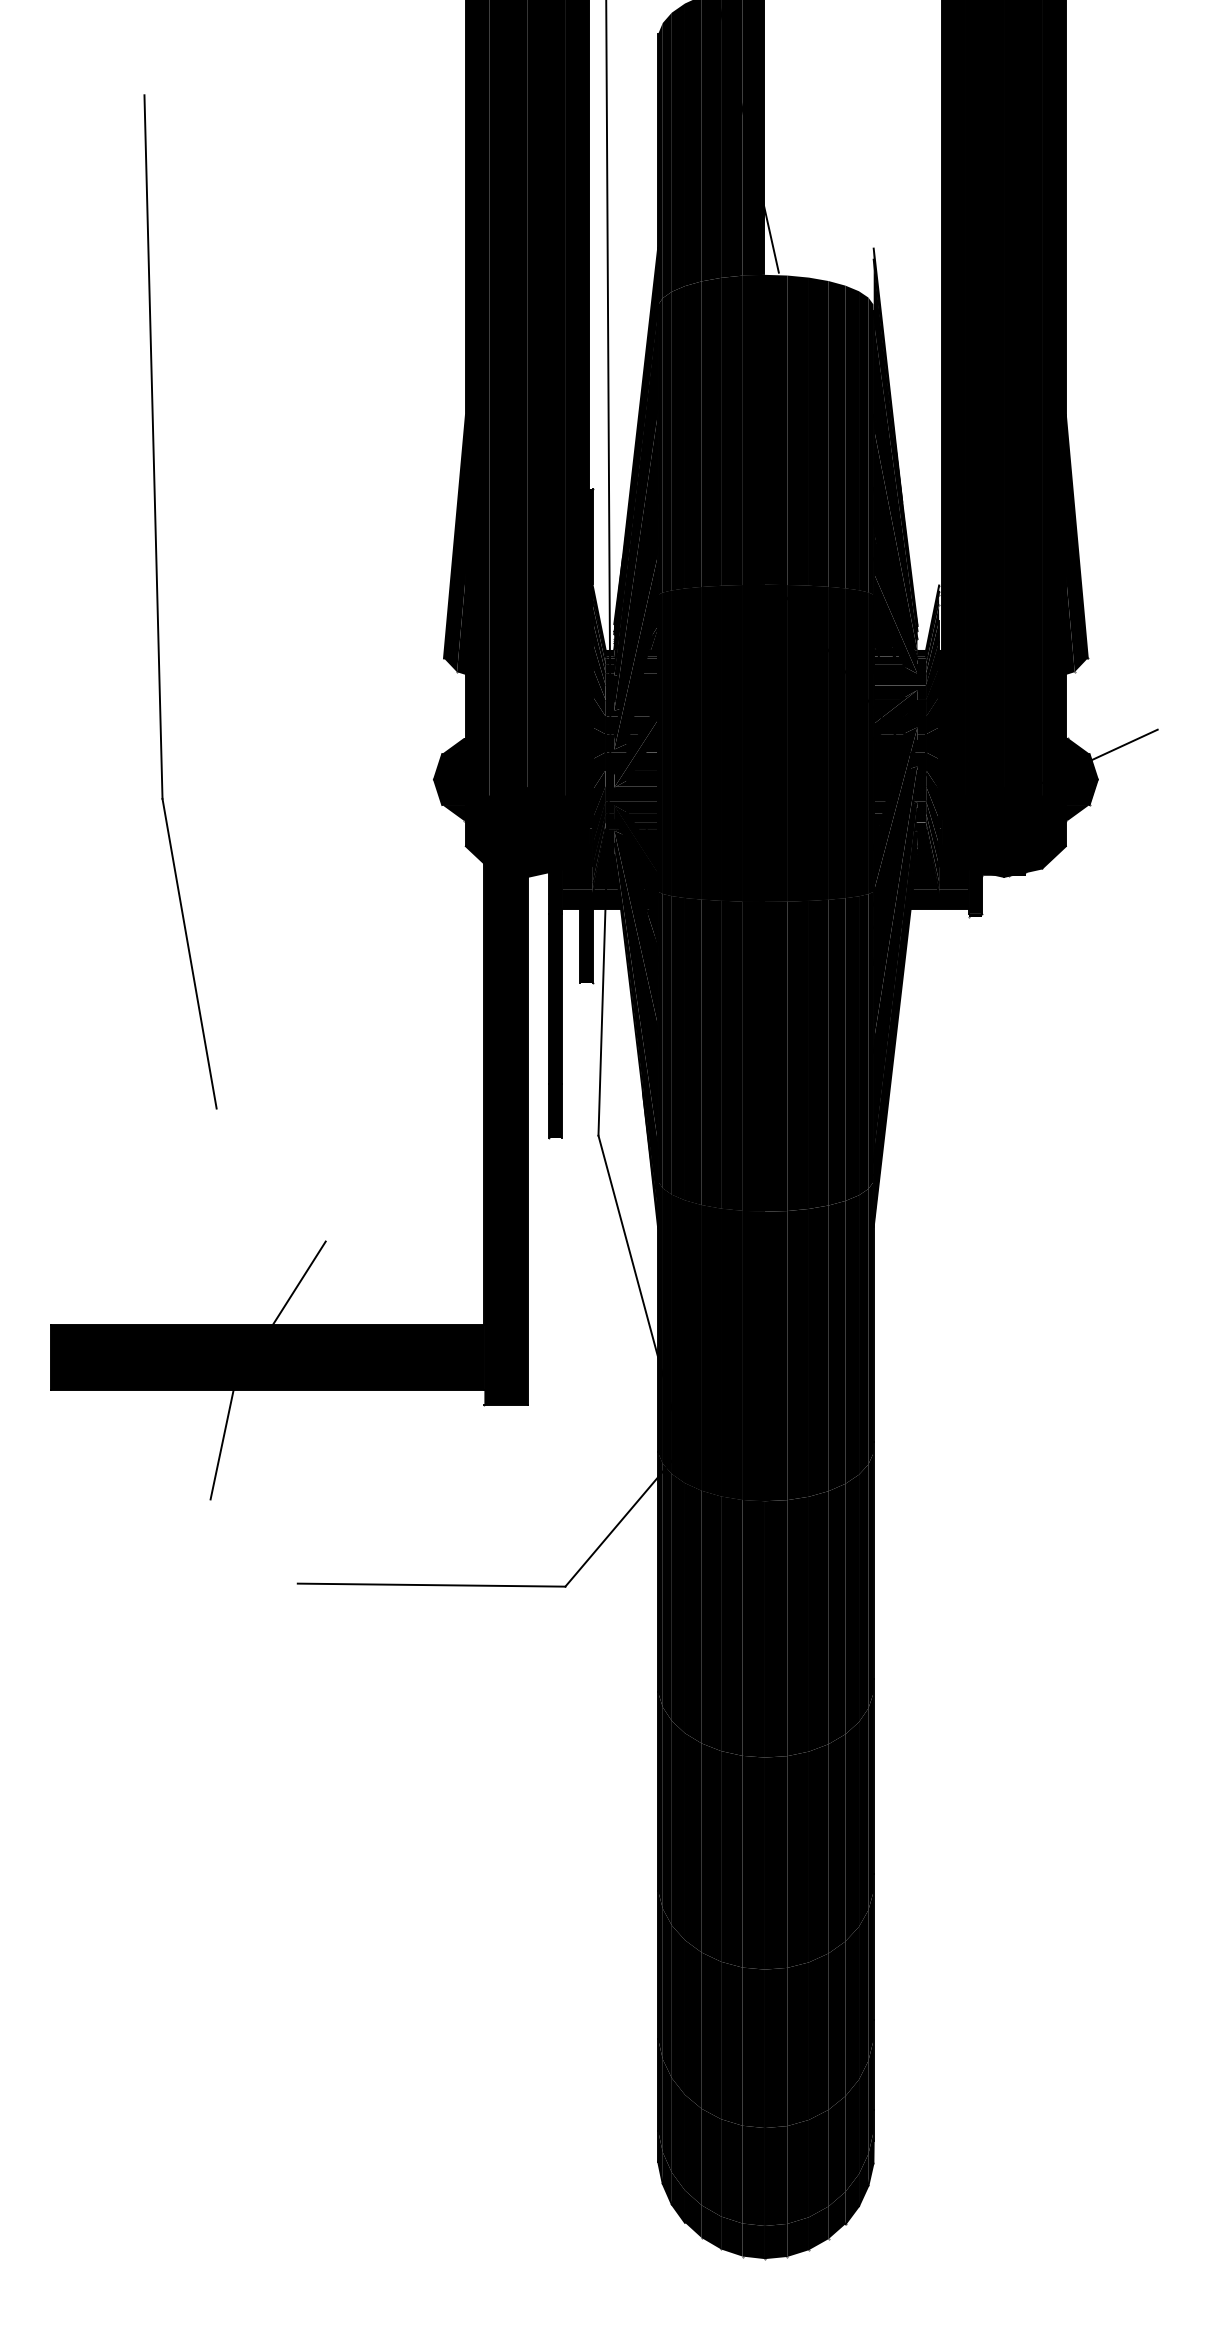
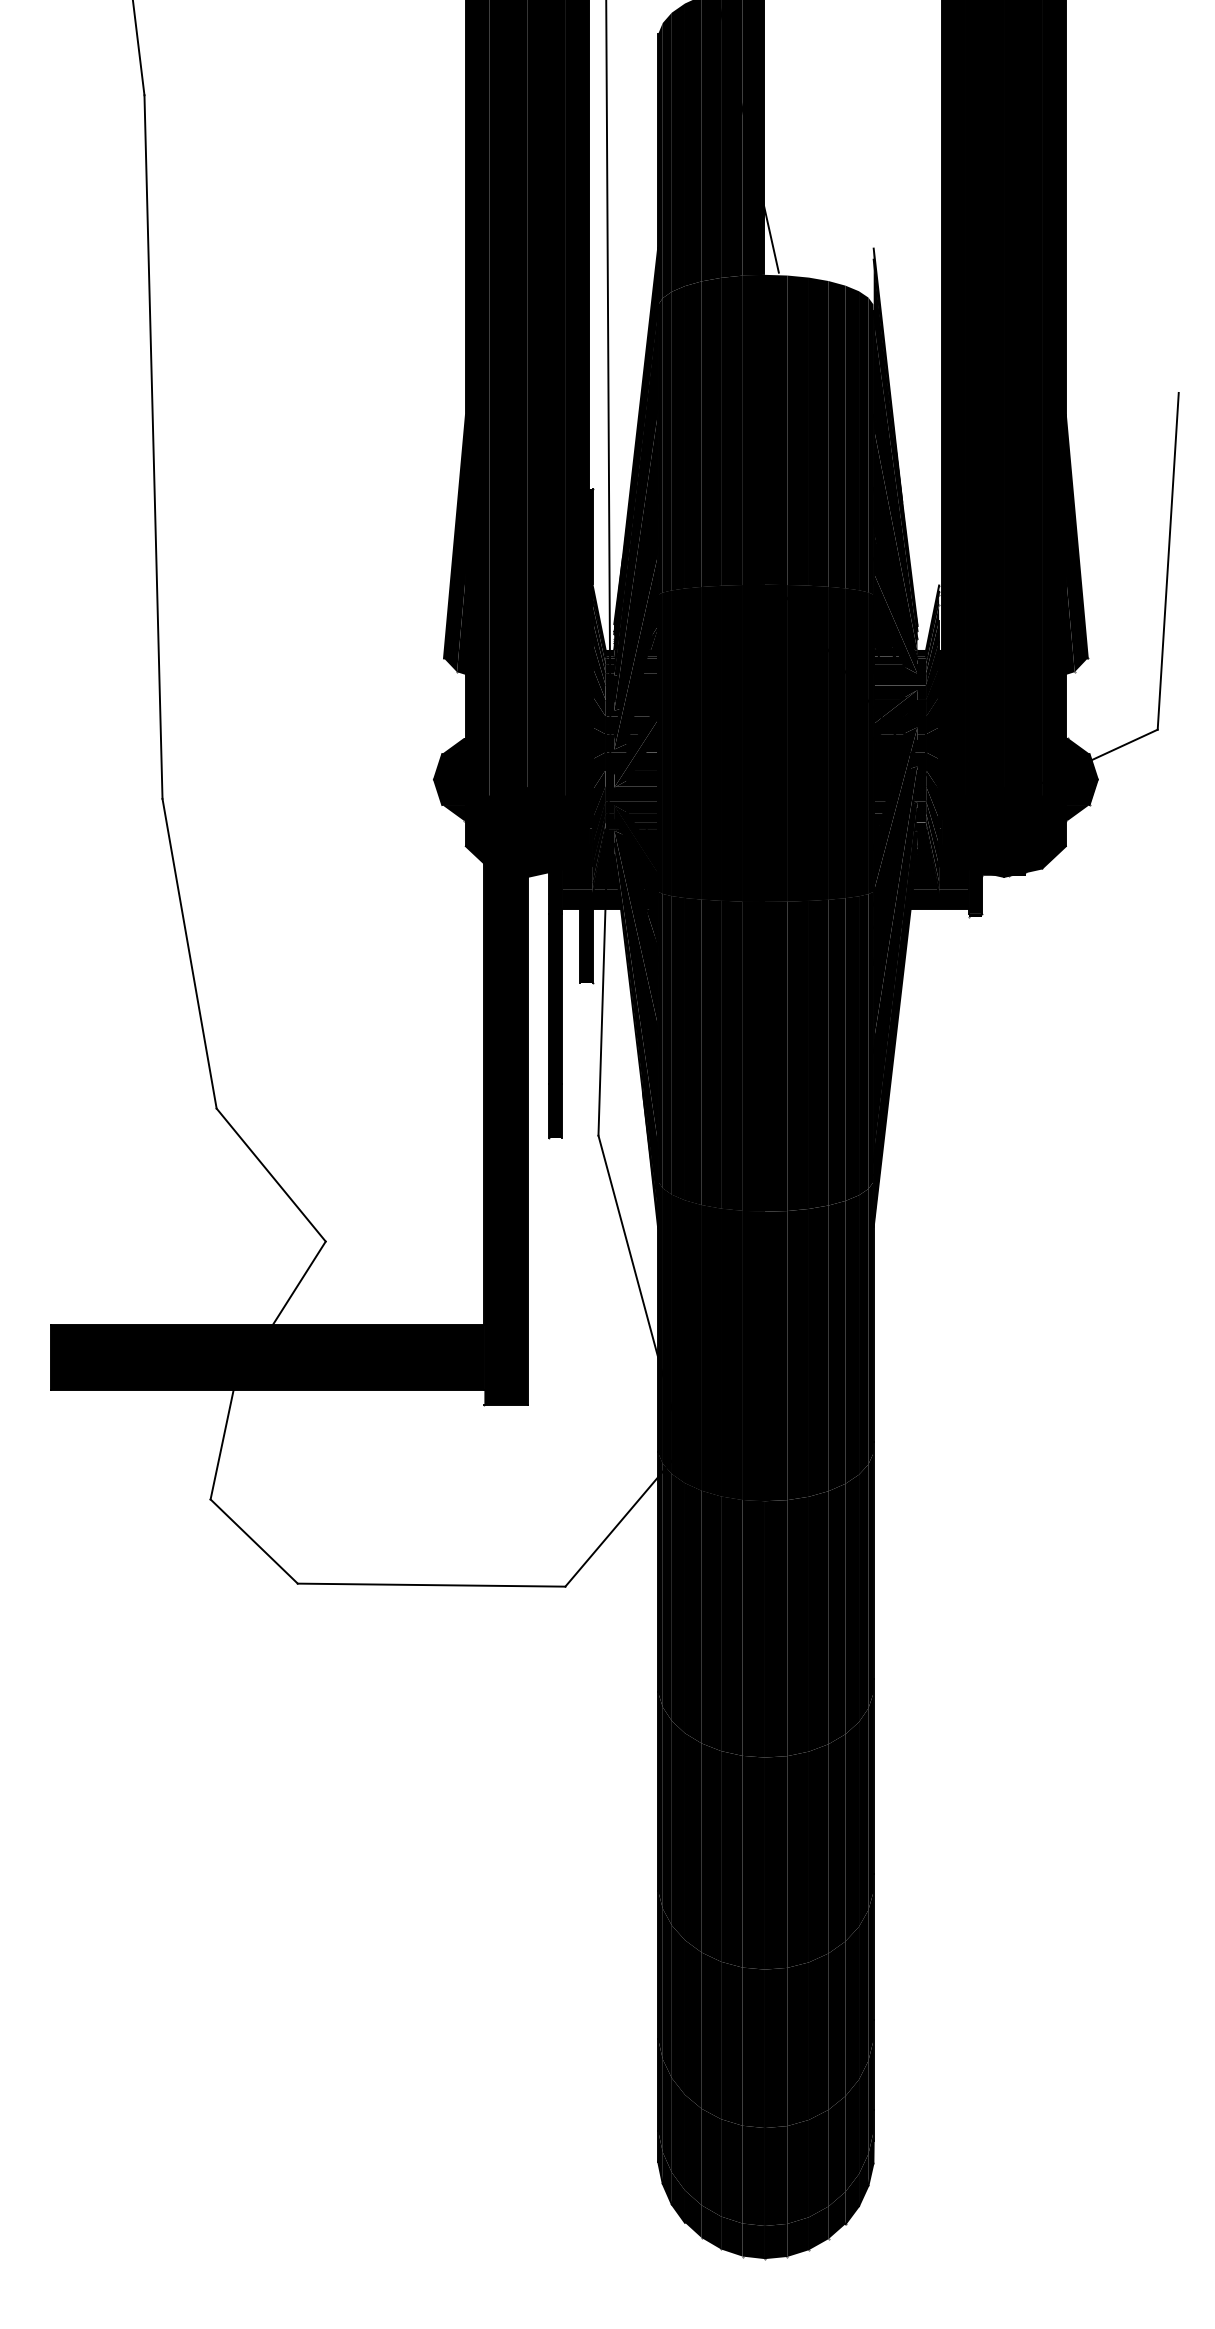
line at (138, 48): none -> present
line at (1167, 560): none -> present
line at (270, 1174): none -> present
line at (253, 1541): none -> present
